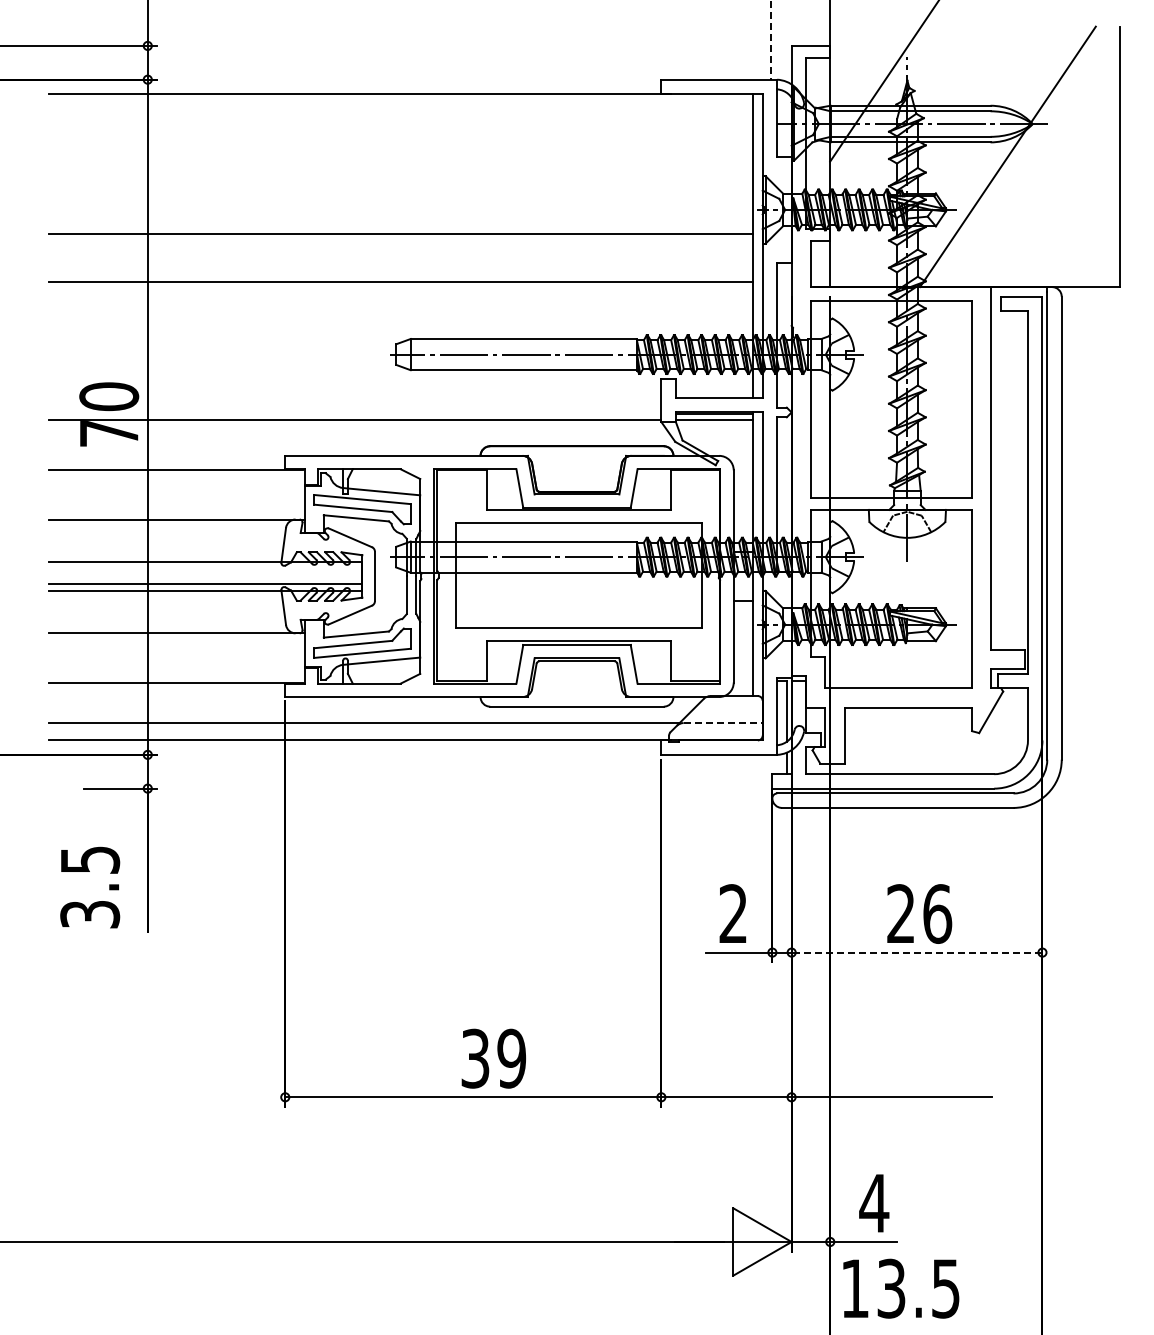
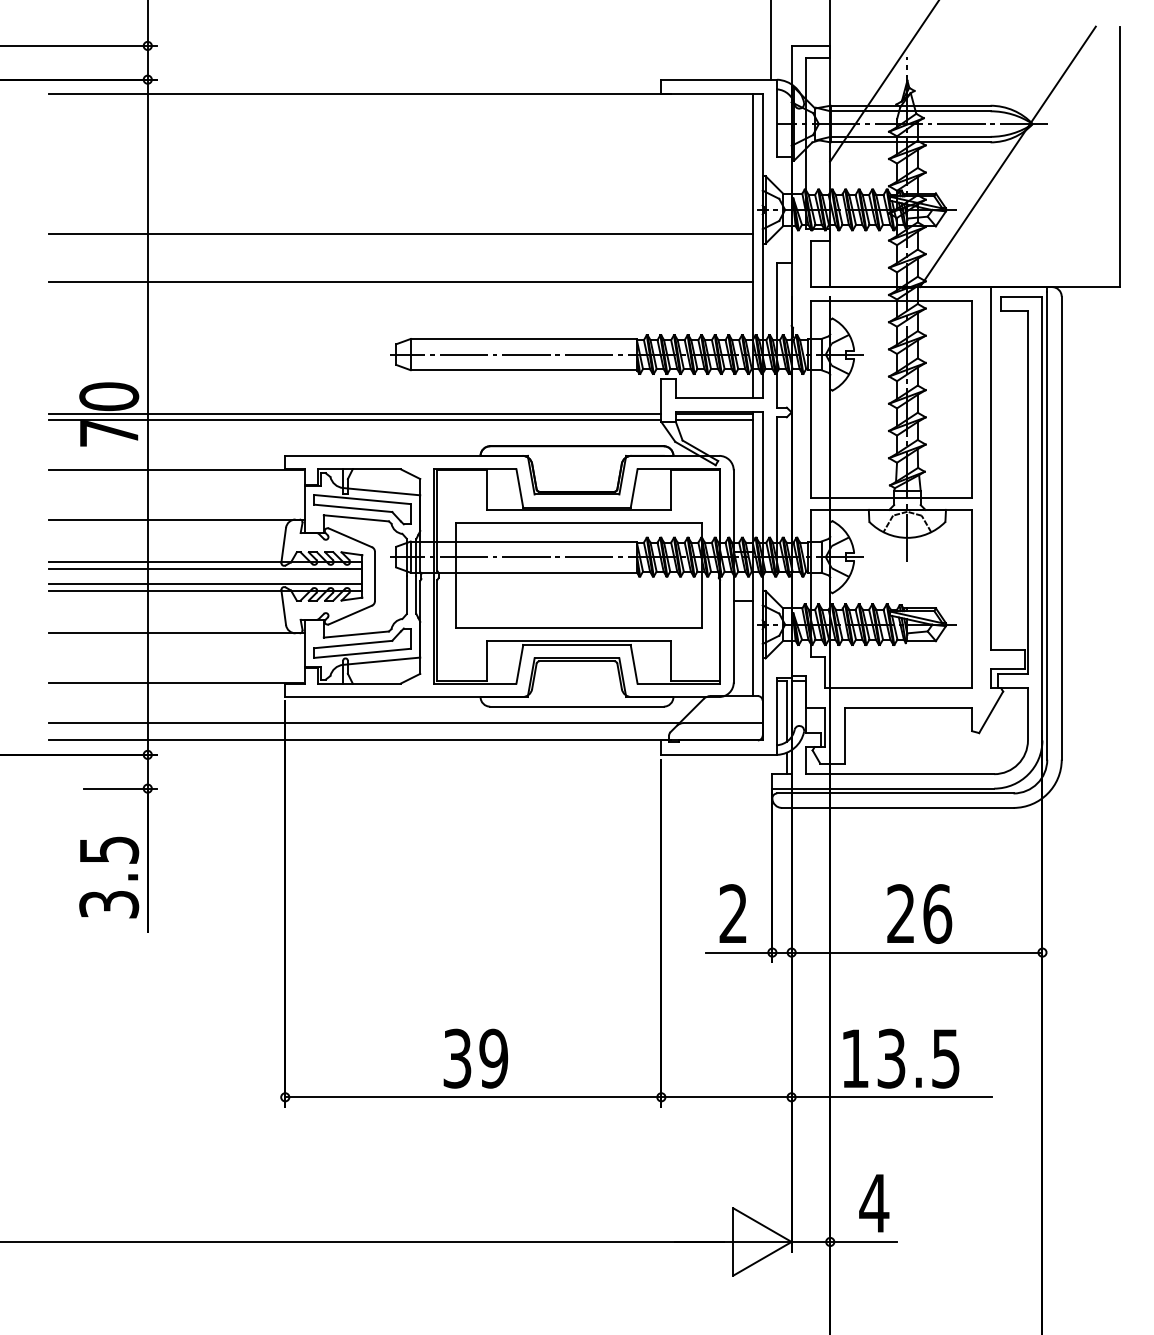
line at (771, 39): dashed -> solid
line at (354, 414): none -> present
line at (205, 568): none -> present
line at (723, 723): dashed -> solid
text at (90, 887) position: (90, 887) -> (109, 877)
line at (916, 952): dashed -> solid
text at (493, 1058) position: (493, 1058) -> (475, 1058)
text at (901, 1288) position: (901, 1288) -> (901, 1058)
